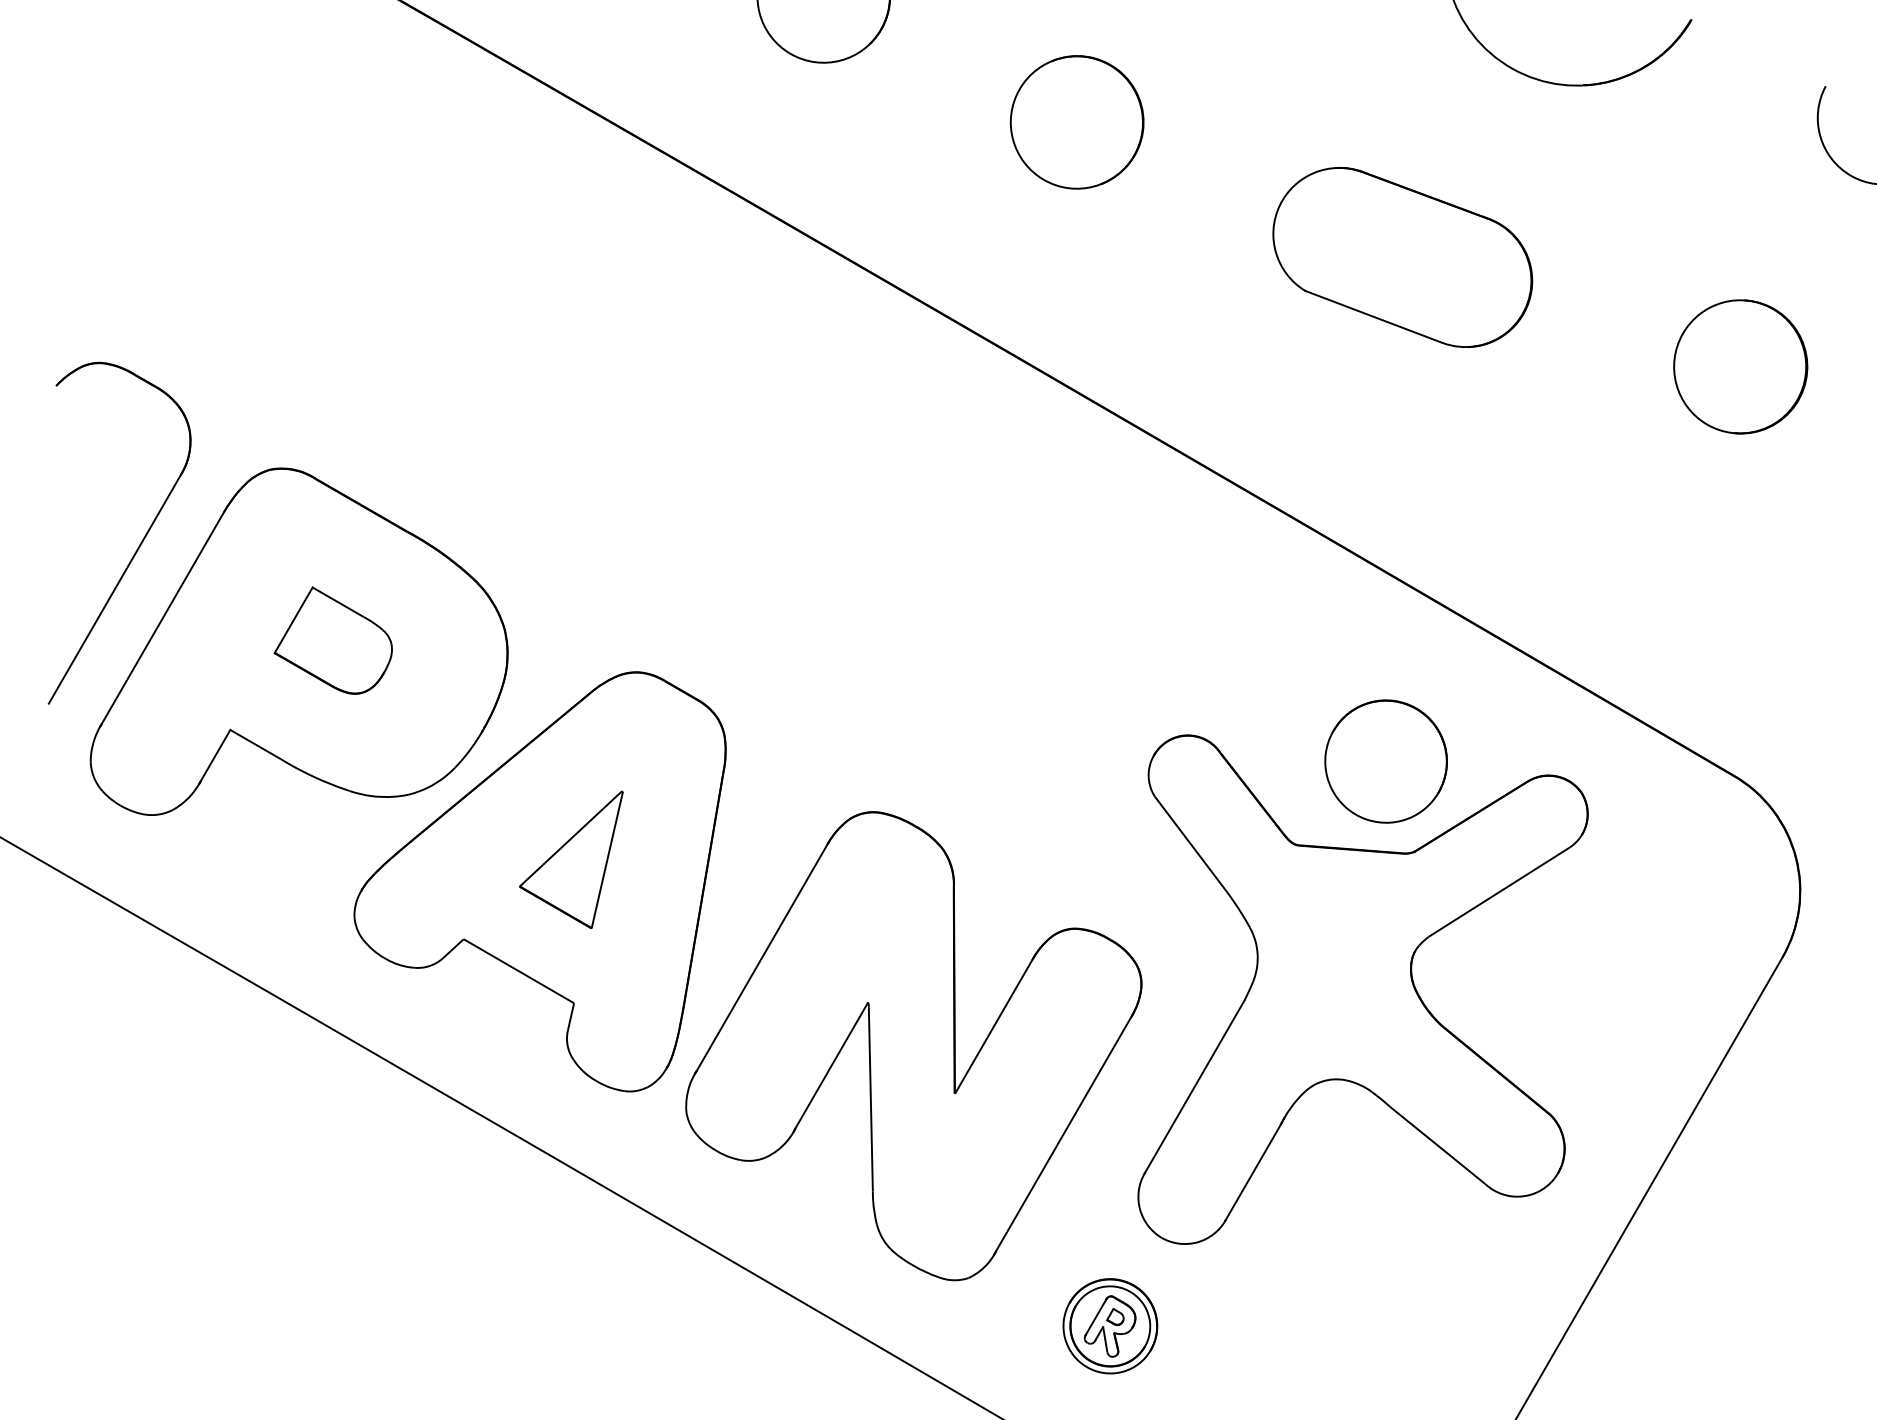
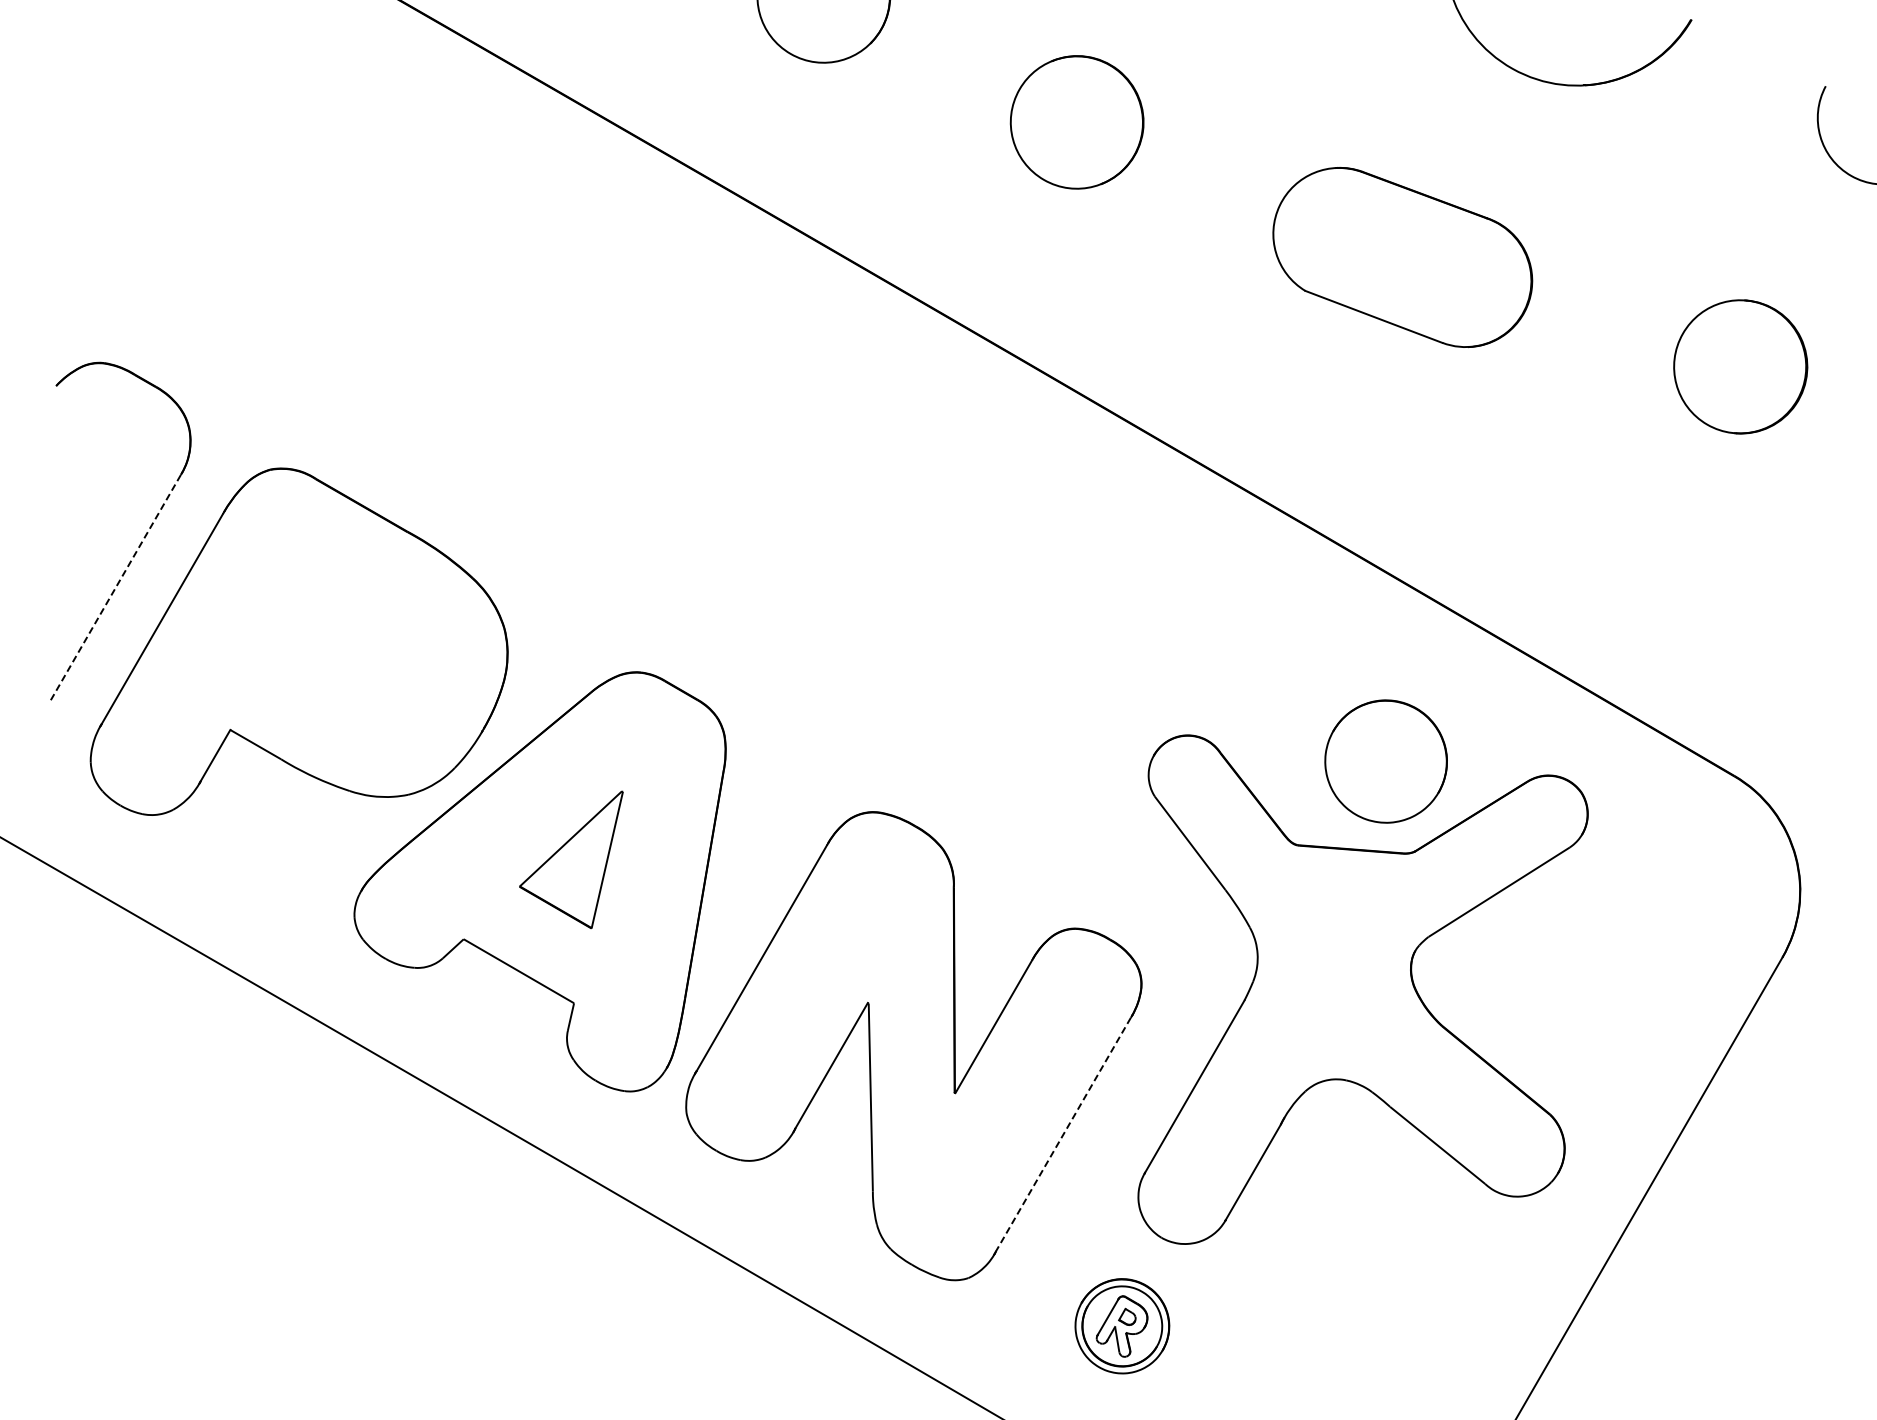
line at (114, 589): solid -> dashed
part at (332, 640): present -> none
line at (1063, 1134): solid -> dashed
part at (1110, 1326) position: (1110, 1326) -> (1122, 1326)
